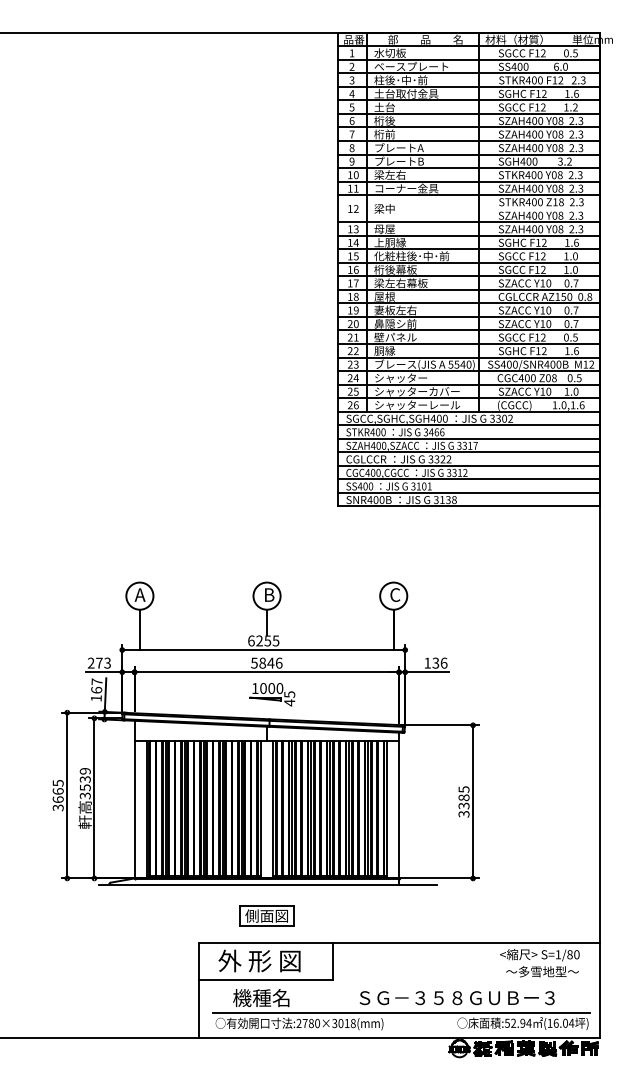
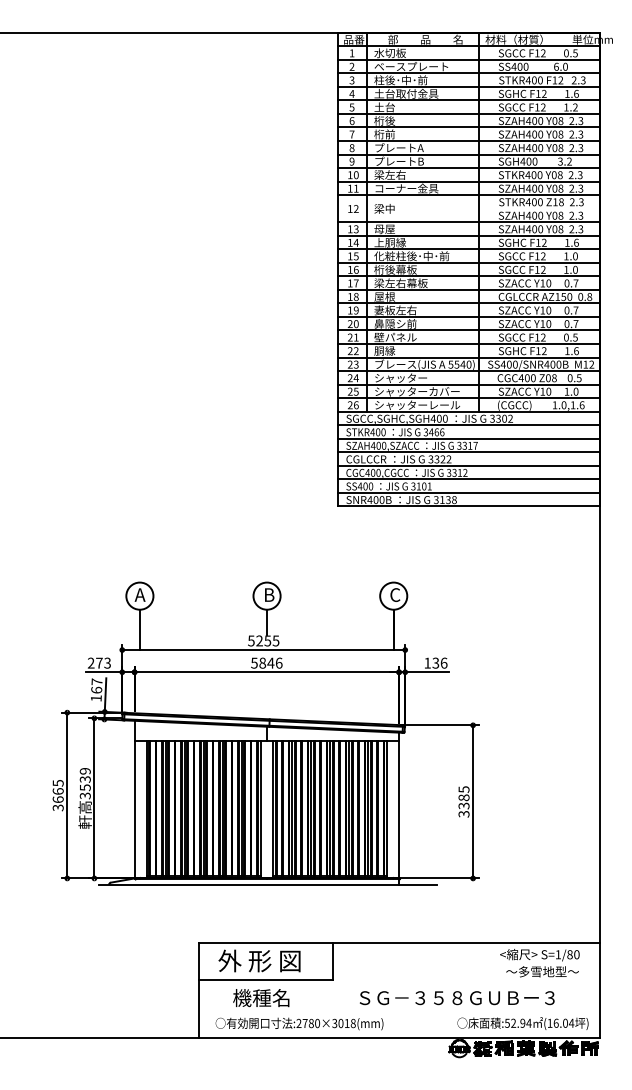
text at (251, 640): 6255 -> 5255
part at (272, 694): present -> none
part at (266, 915): present -> none
line at (401, 1012): present -> none
